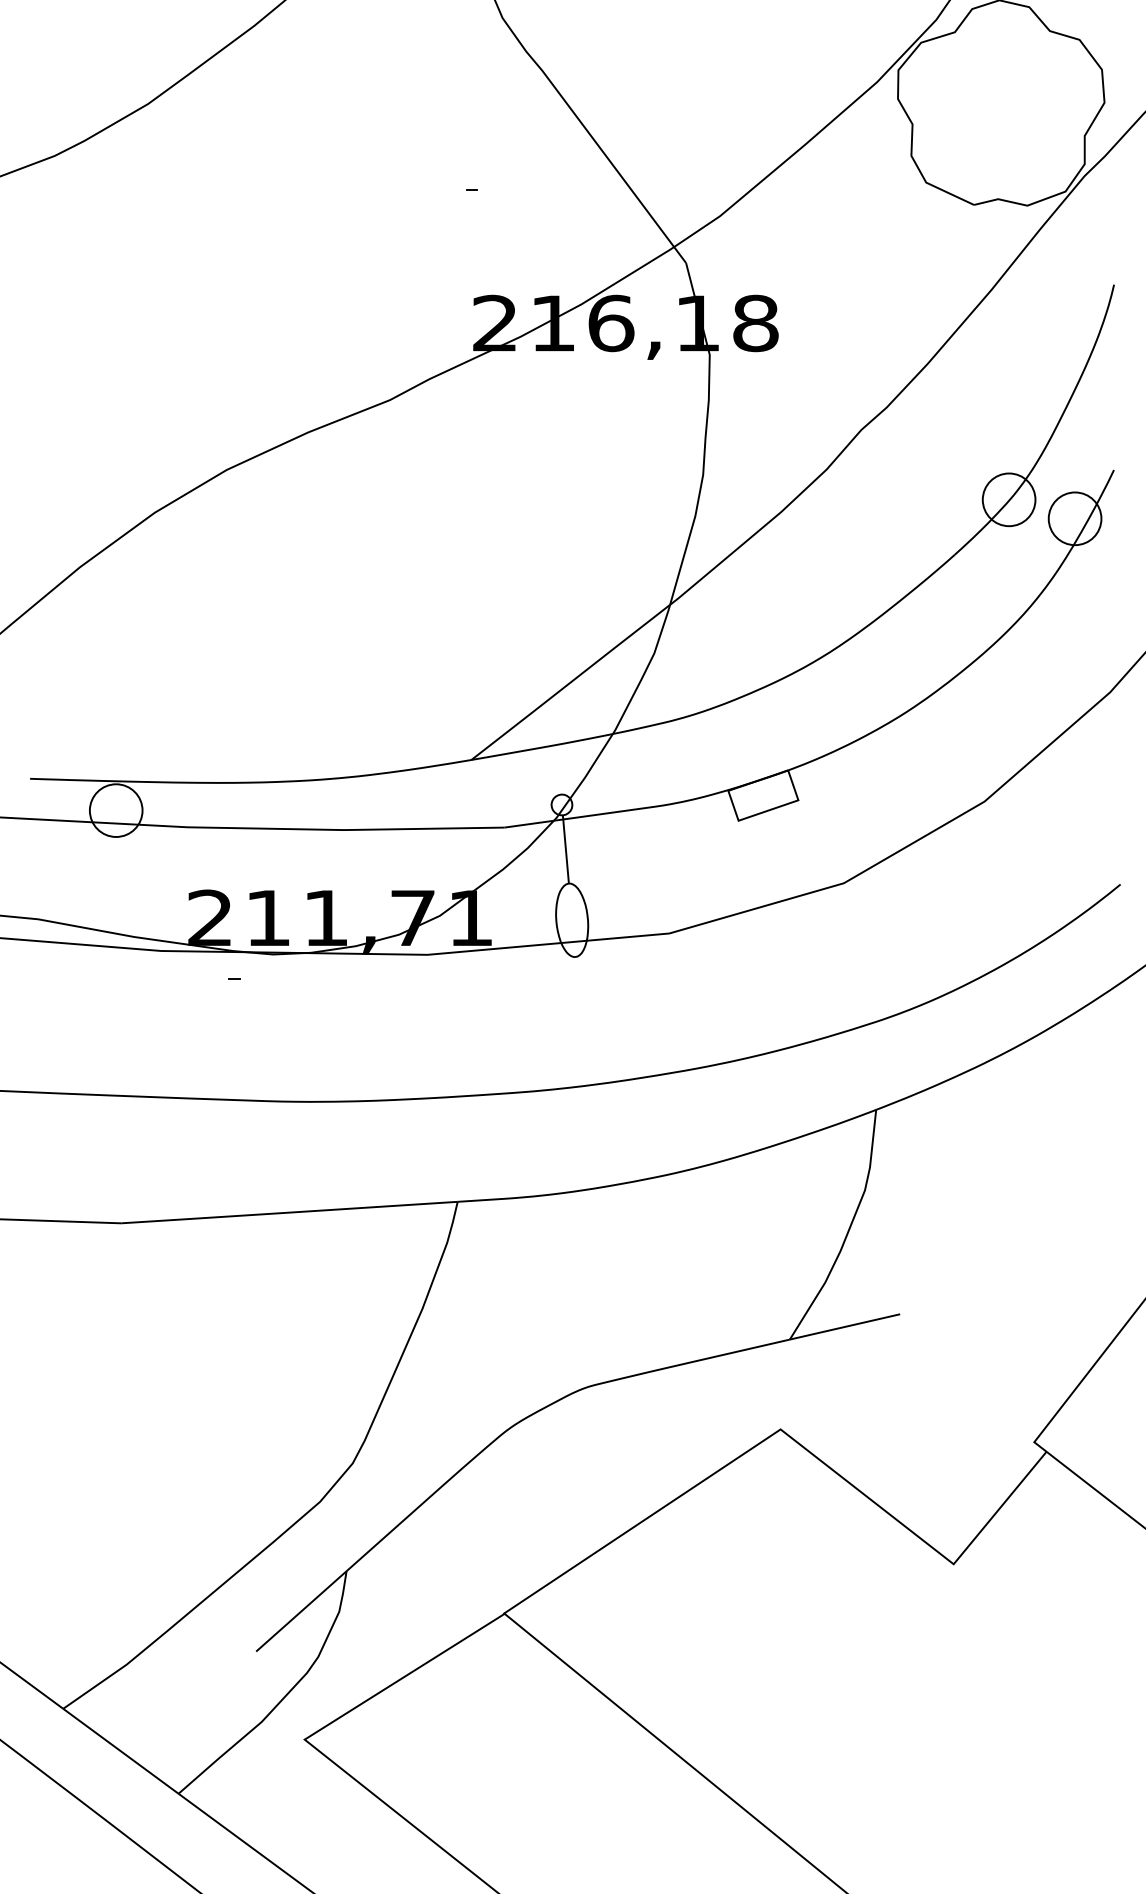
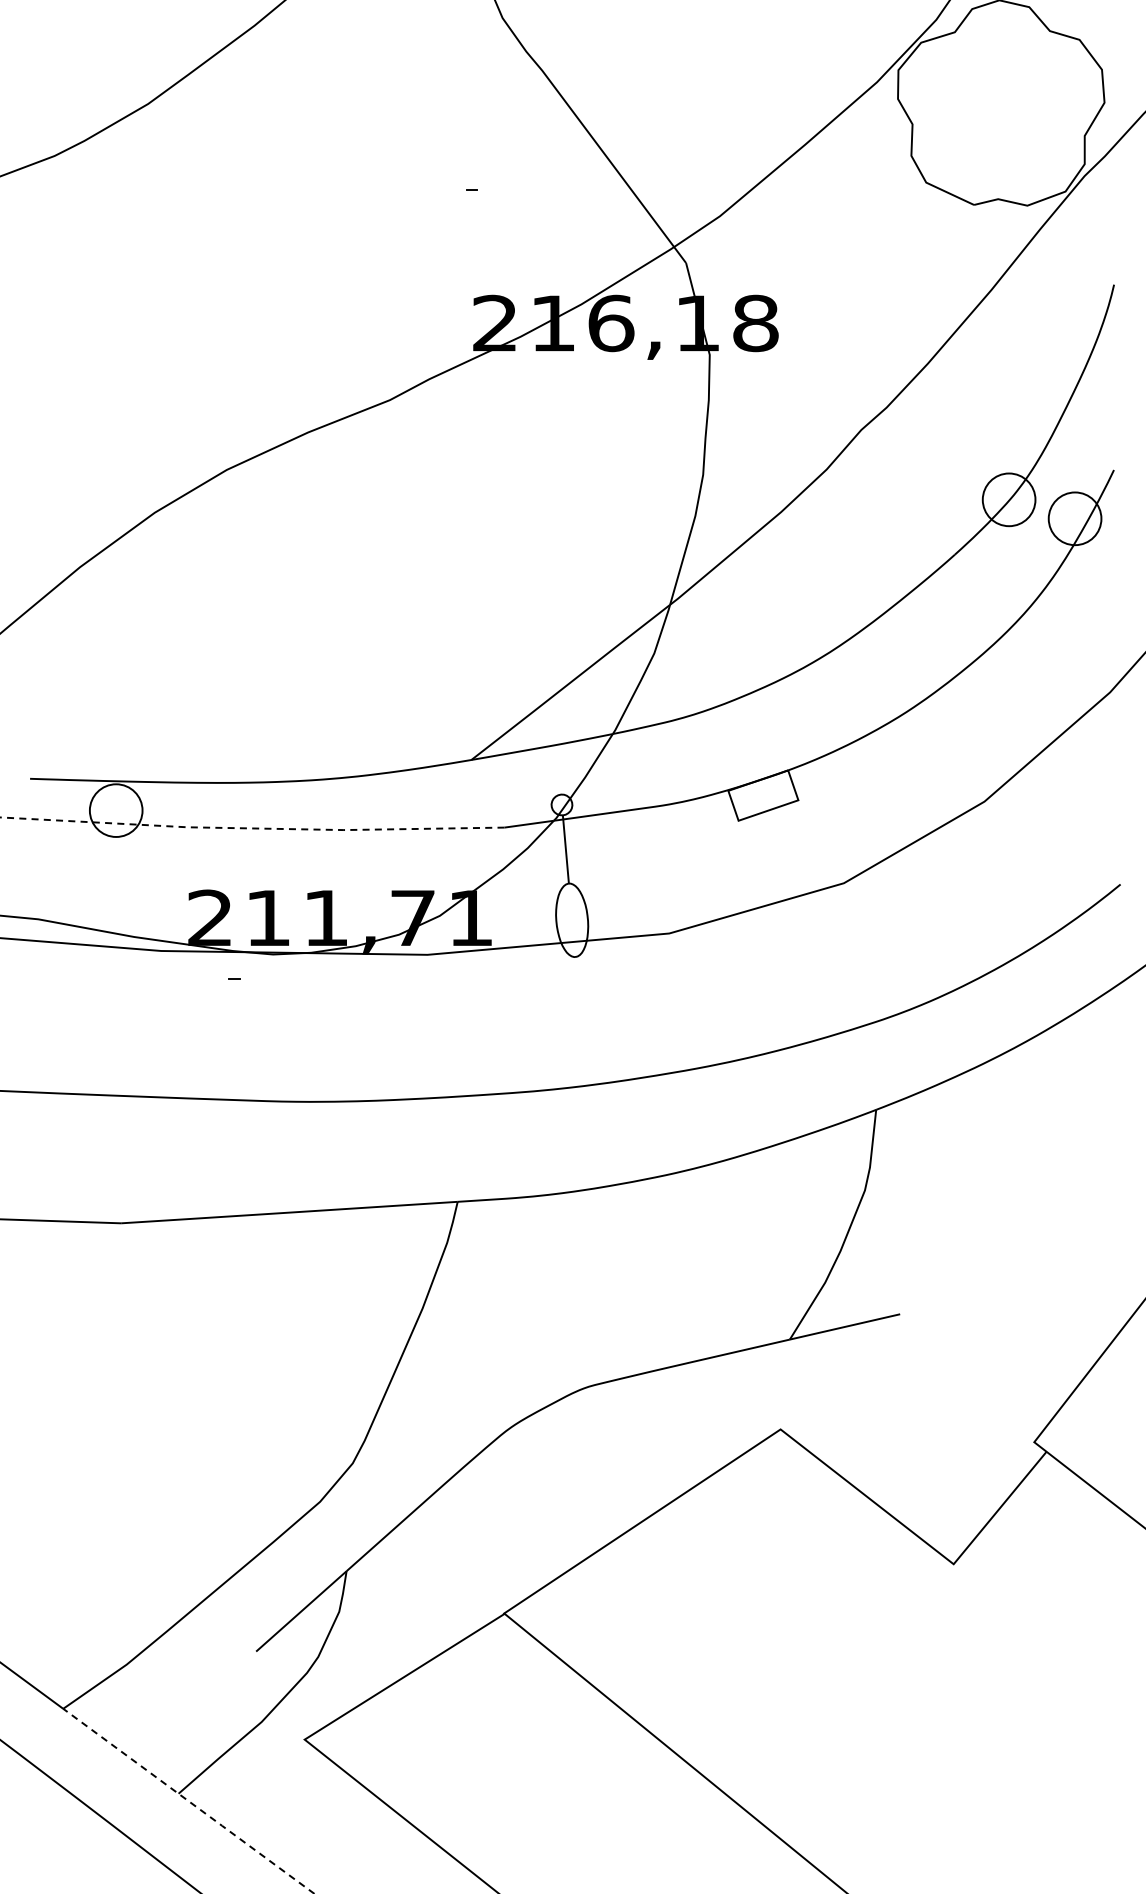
line at (252, 828): solid -> dashed
line at (189, 1801): solid -> dashed
